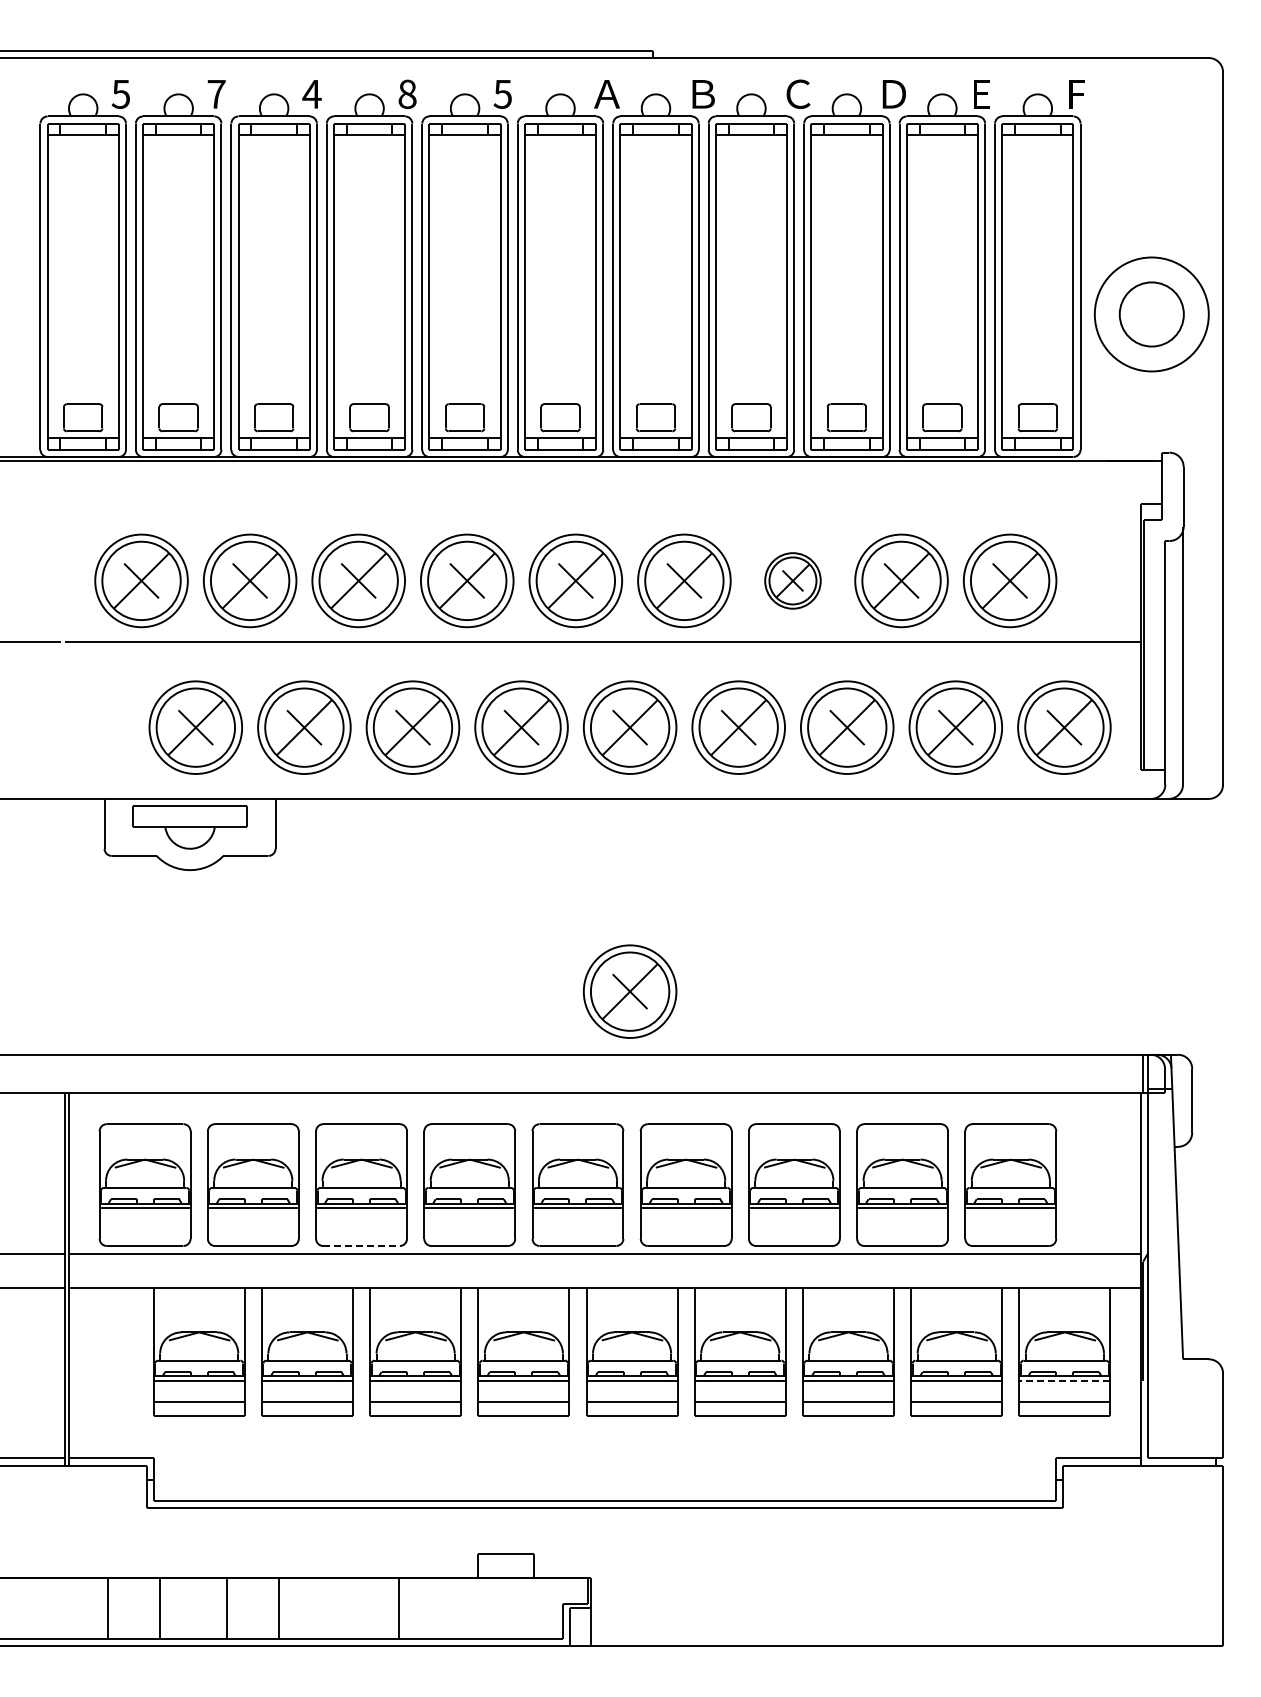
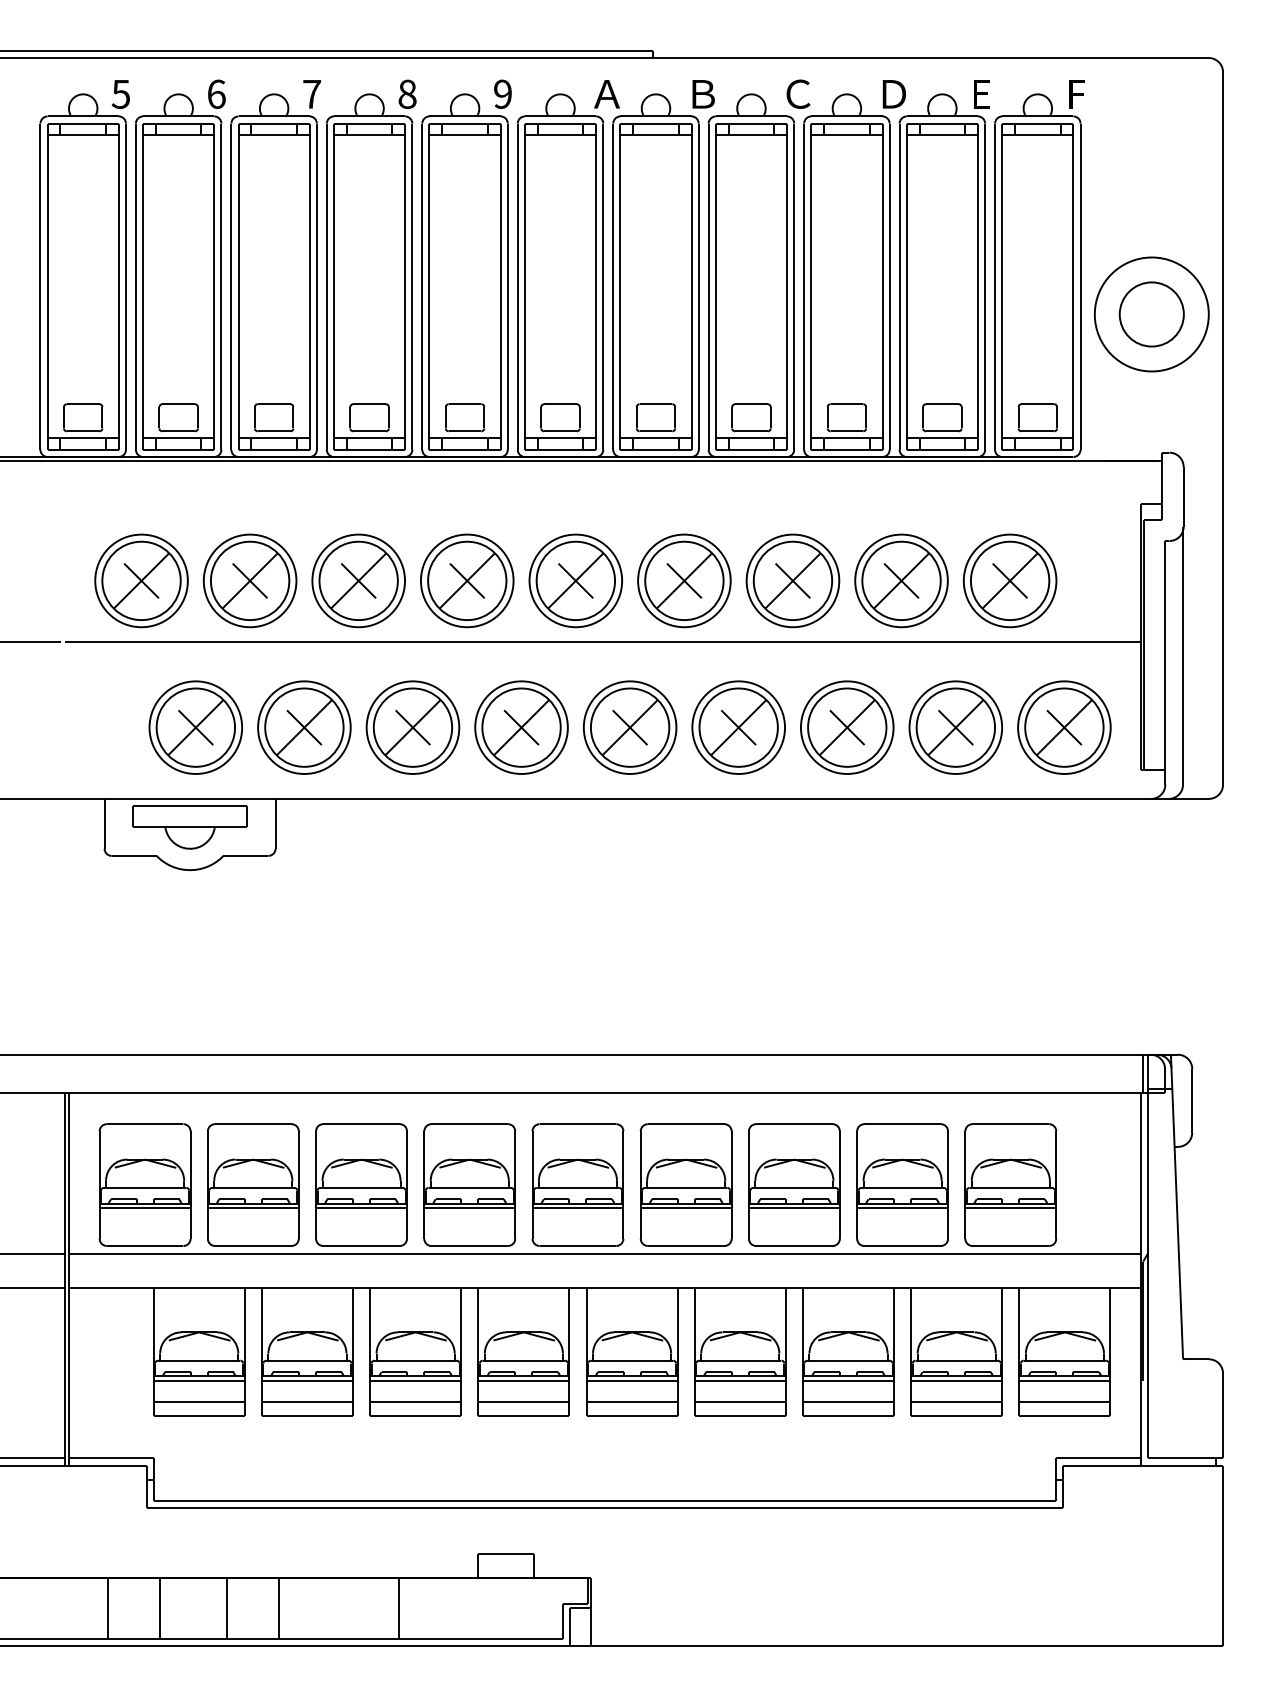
text at (216, 93): 7 -> 6
text at (502, 93): 5 -> 9
text at (311, 94): 4 -> 7
part at (792, 580) size: 58x58 px -> 96x96 px
part at (629, 991): present -> none
line at (362, 1245): dashed -> solid
line at (1064, 1380): dashed -> solid
